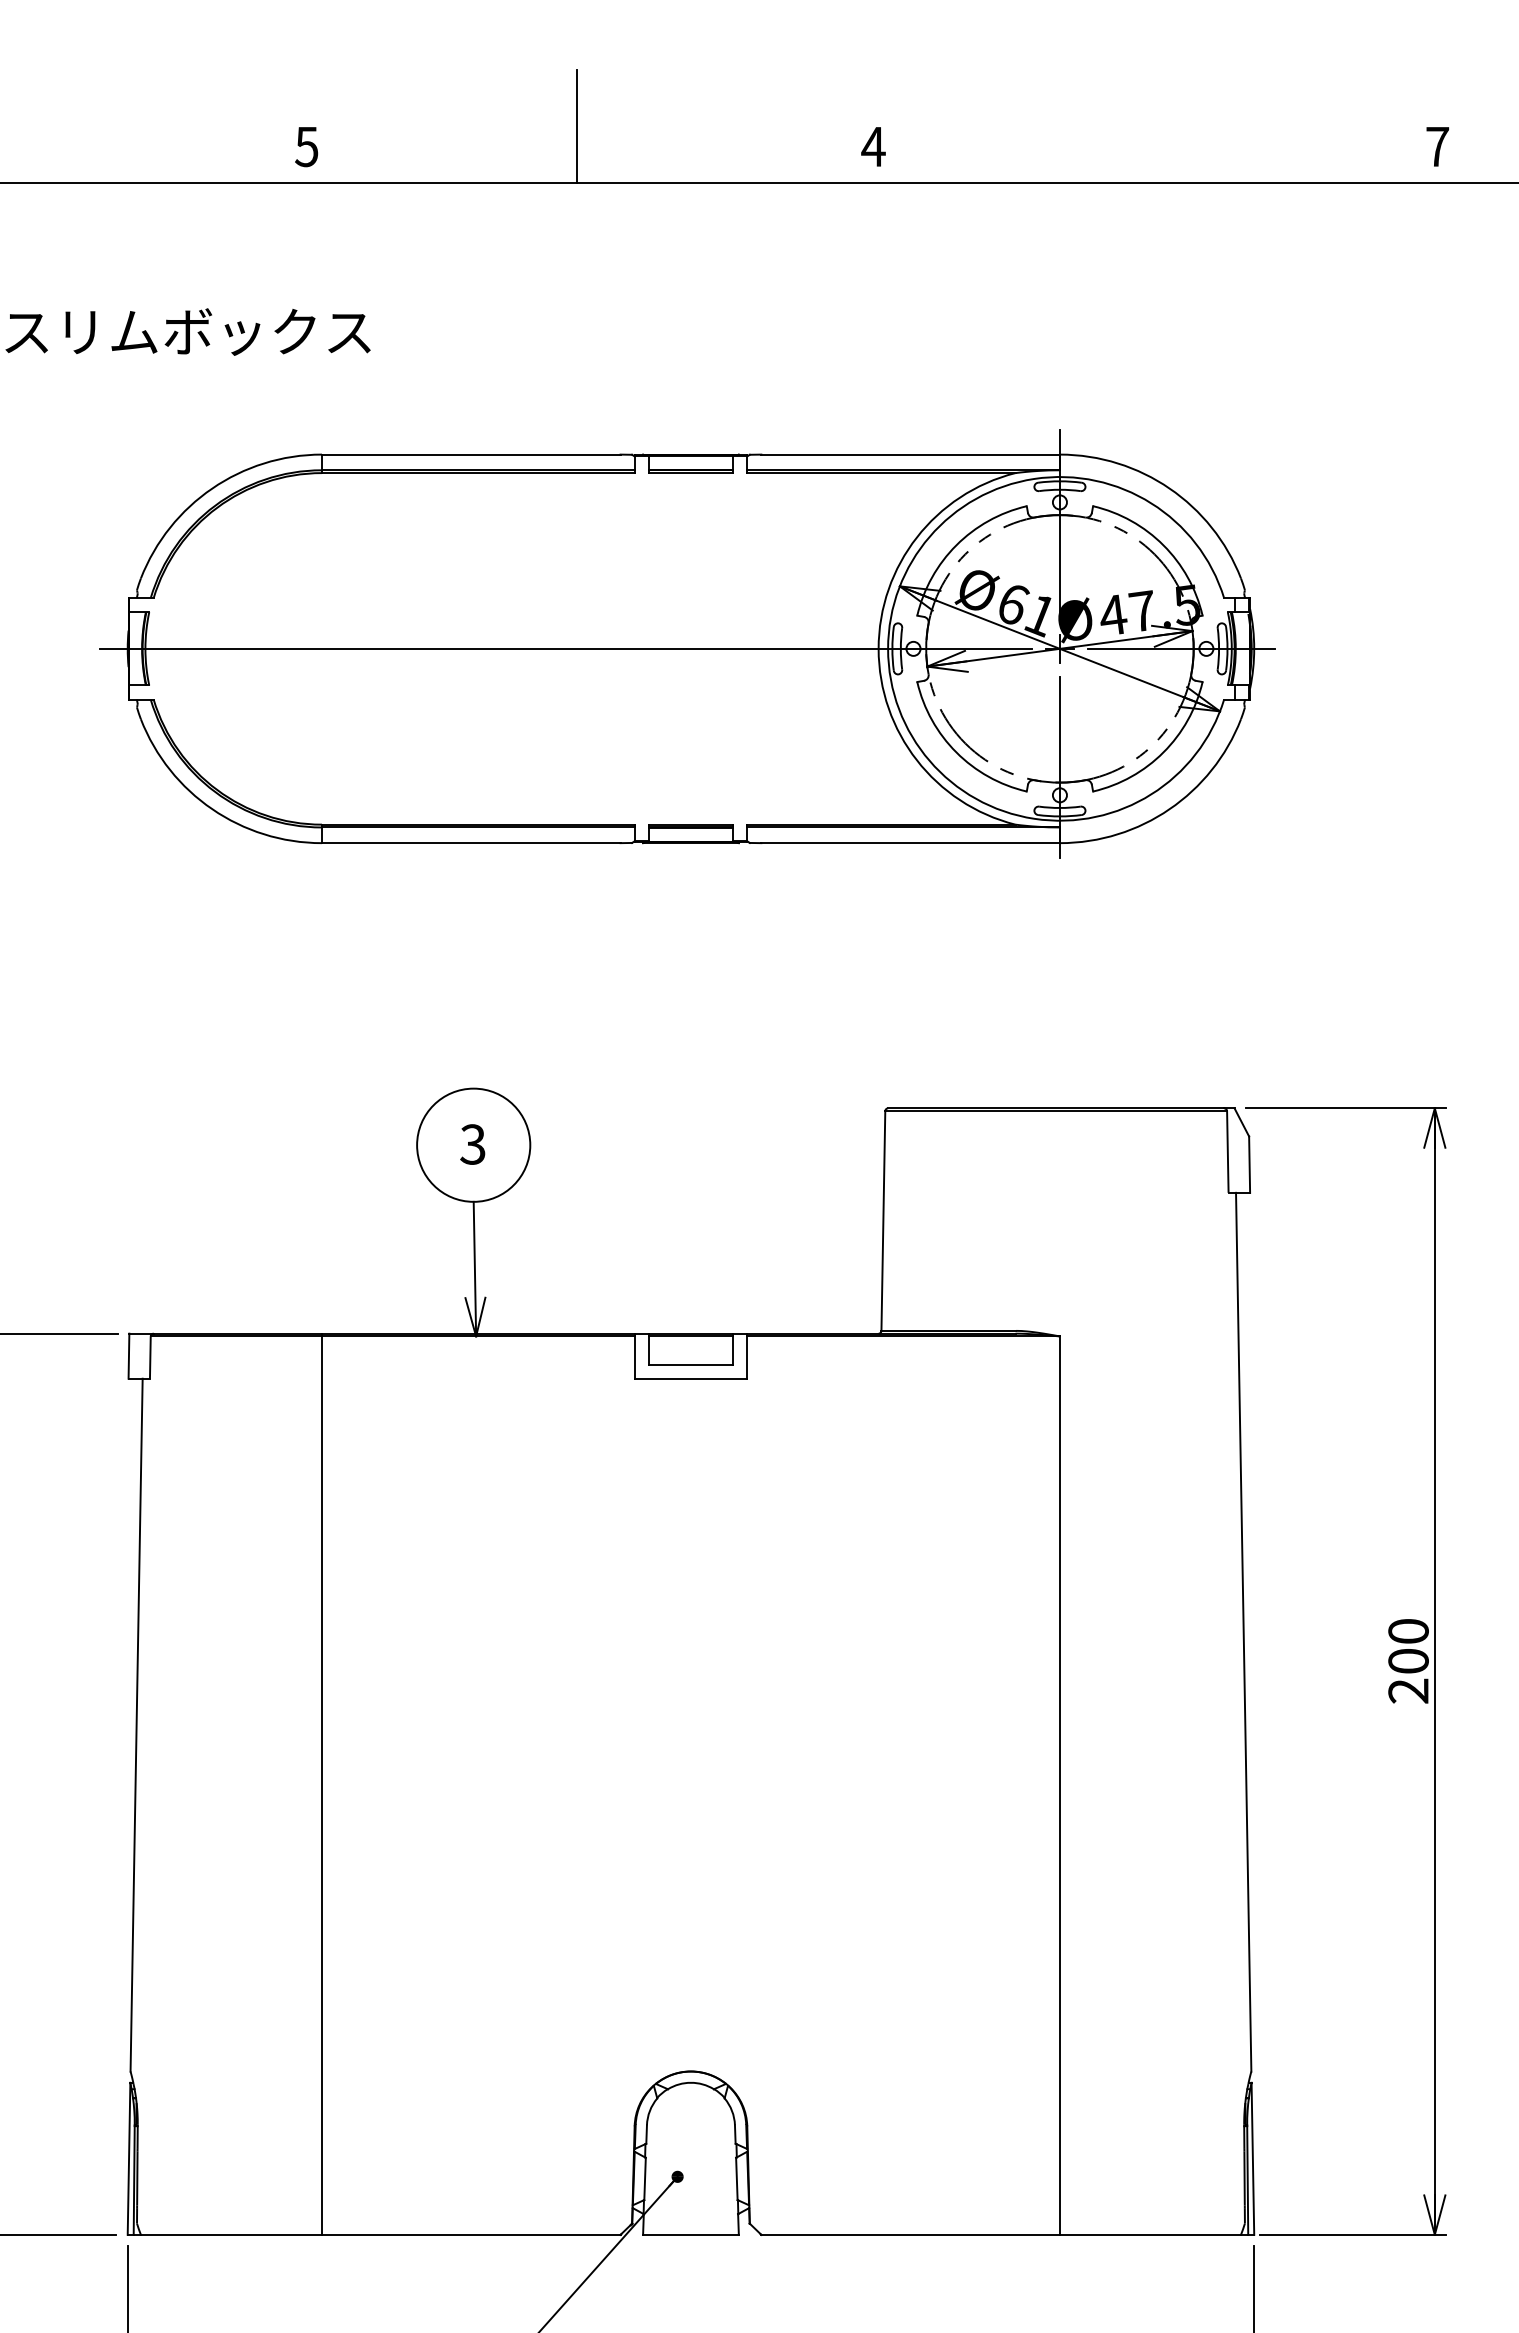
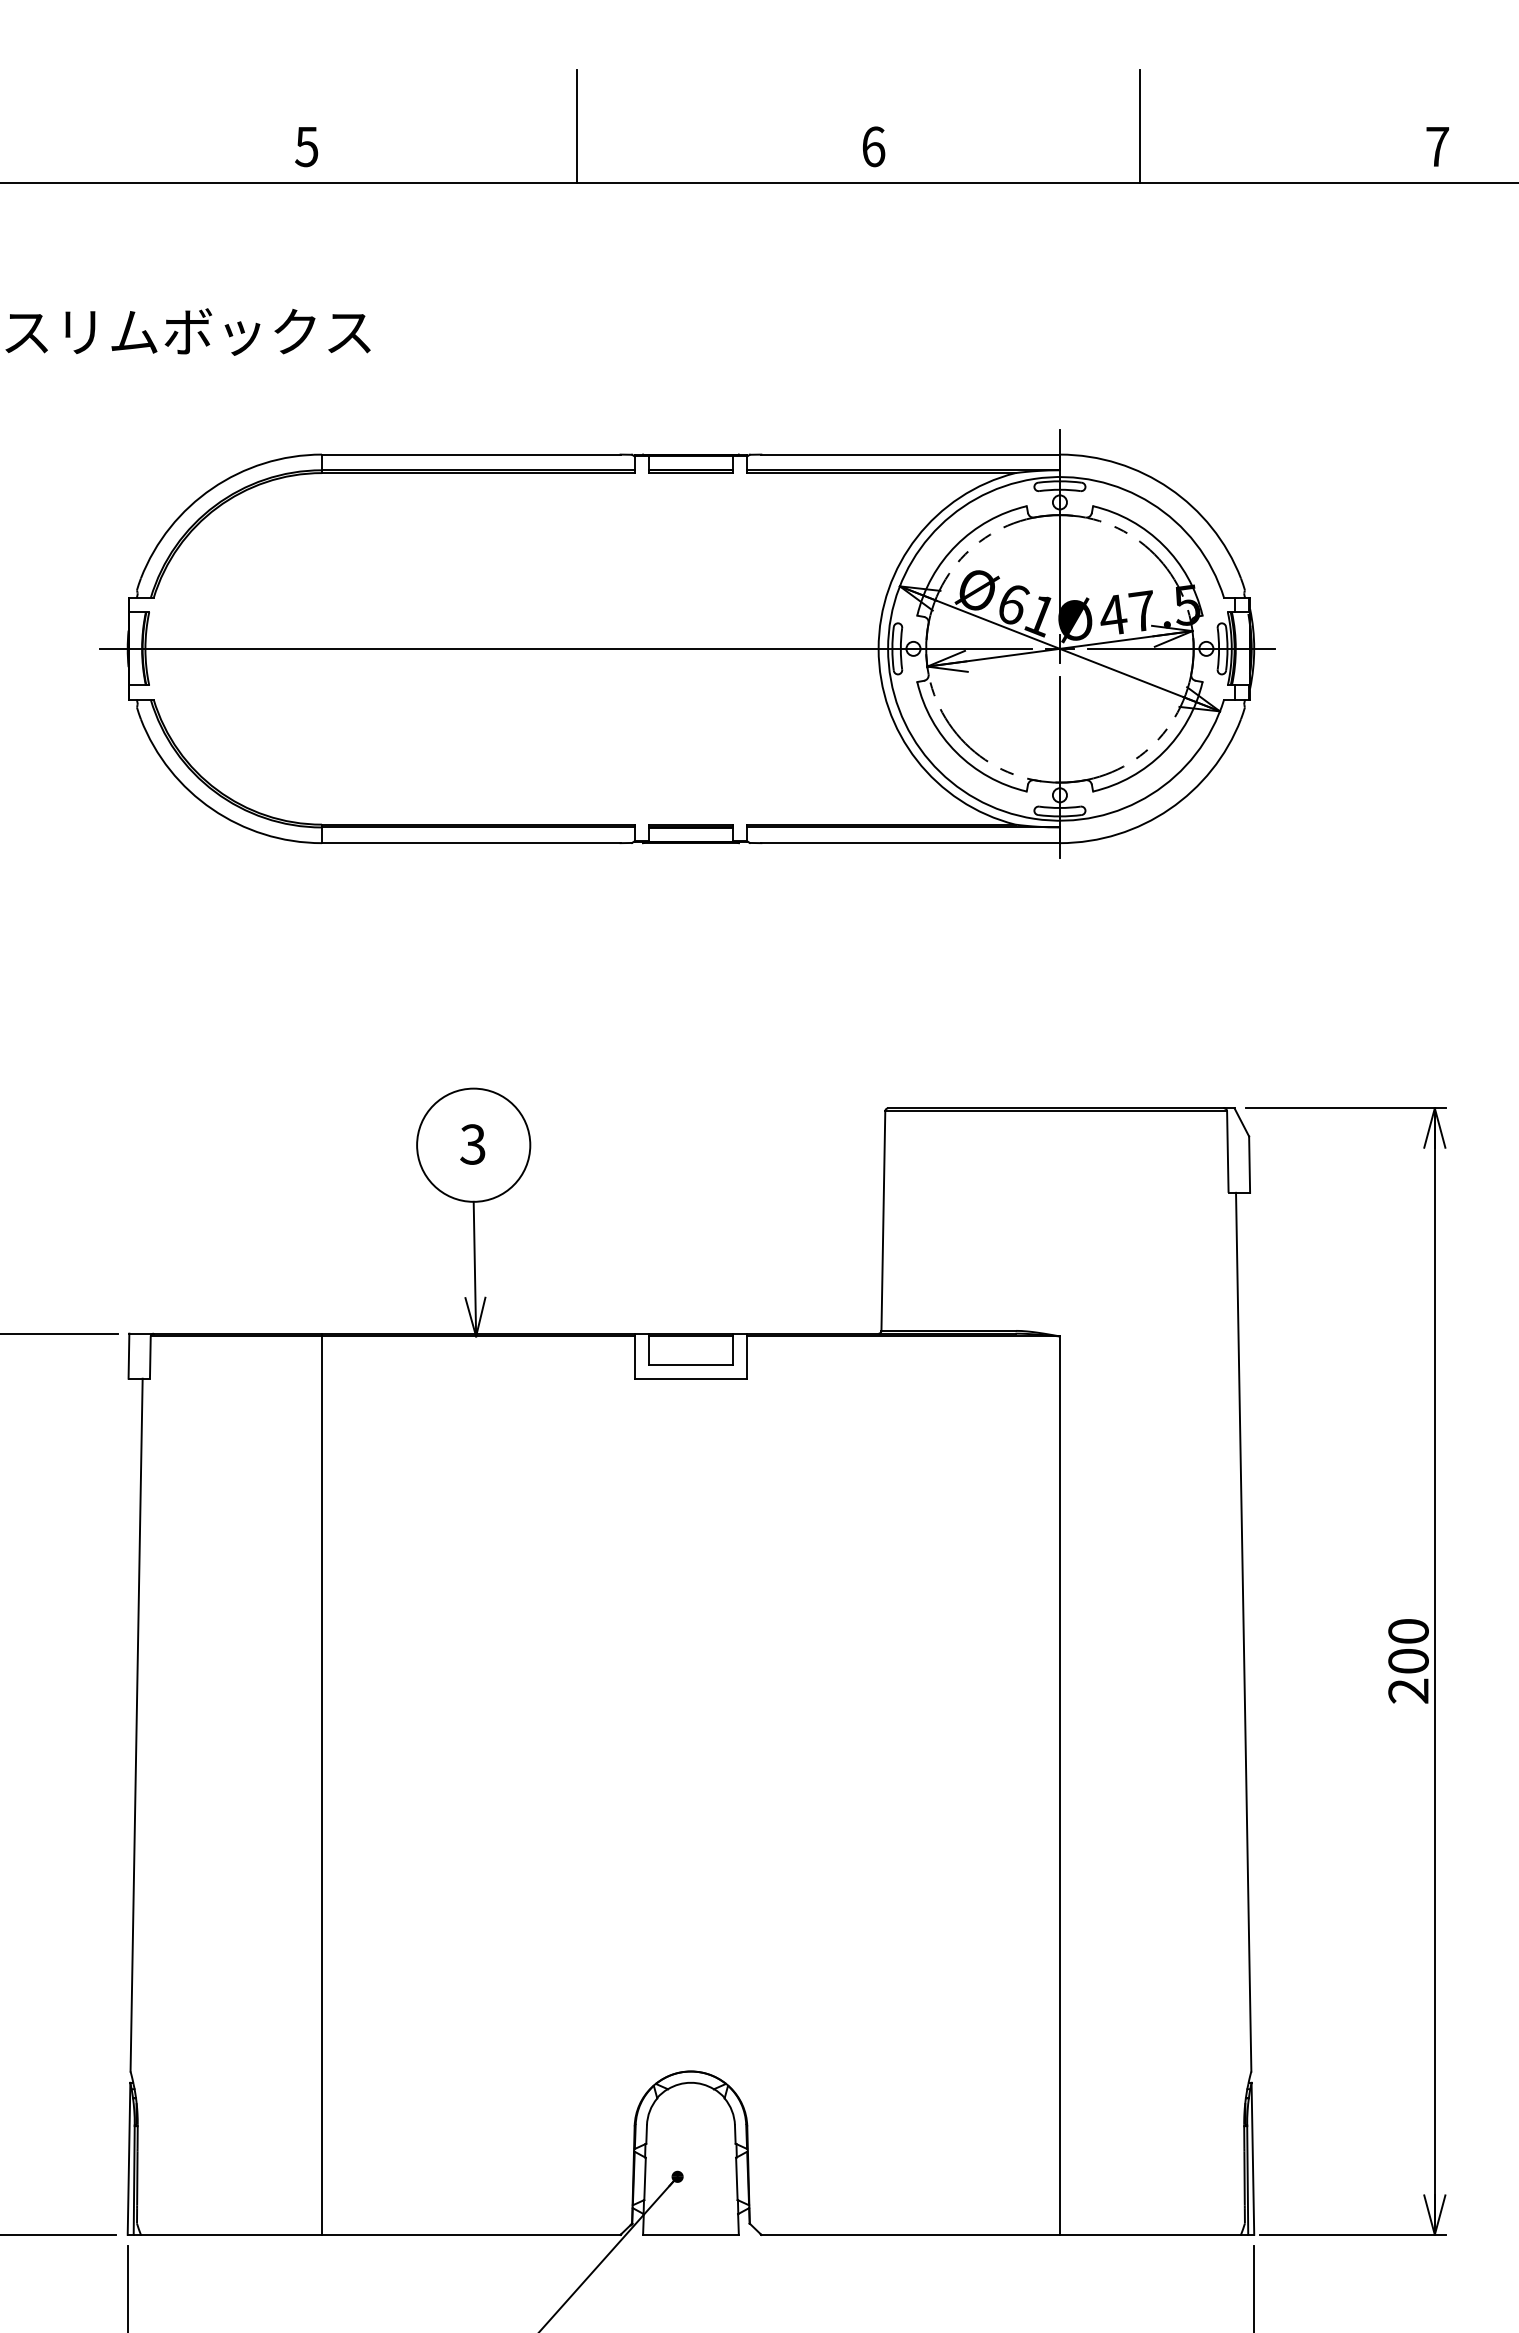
line at (1139, 125): none -> present
text at (873, 146): 4 -> 6
